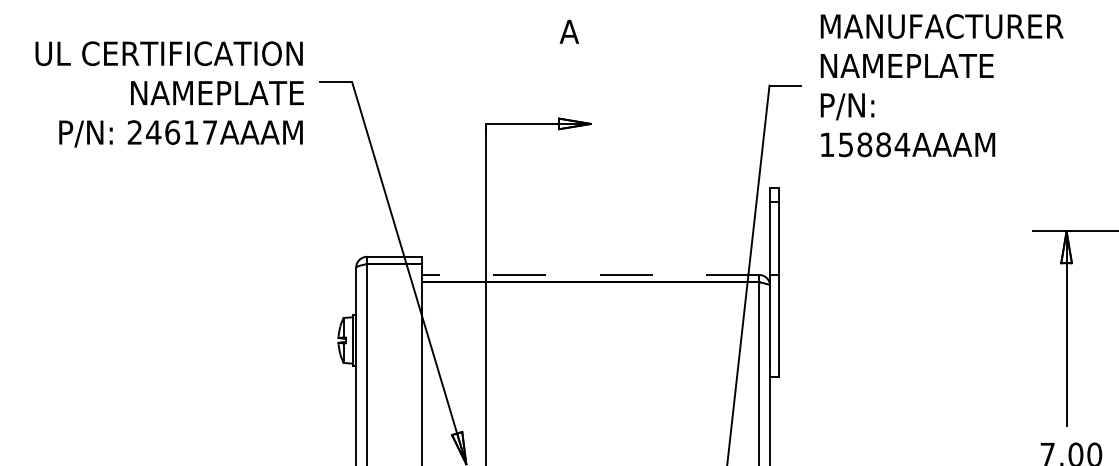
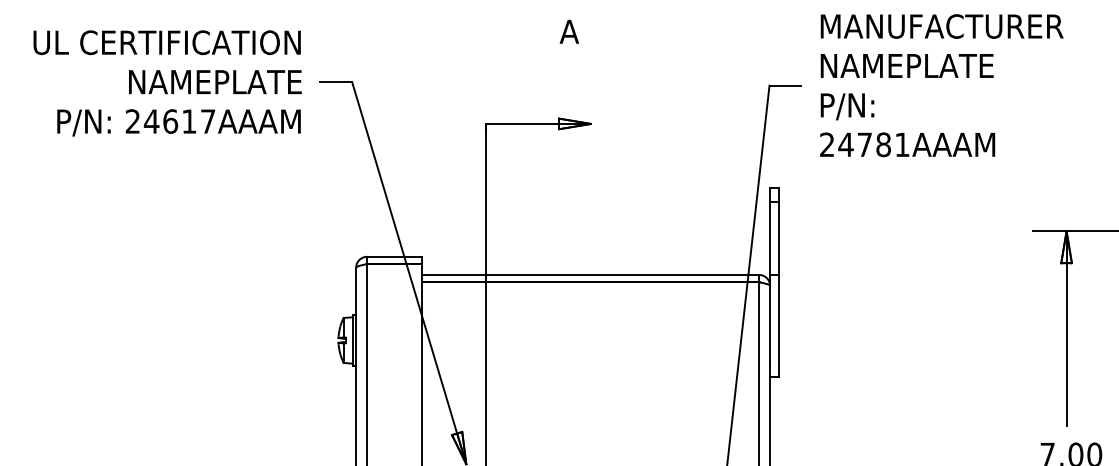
text at (169, 94) position: (169, 94) -> (167, 83)
text at (865, 144): 15884AAAM -> 24781AAAM
line at (590, 274): dashed -> solid
